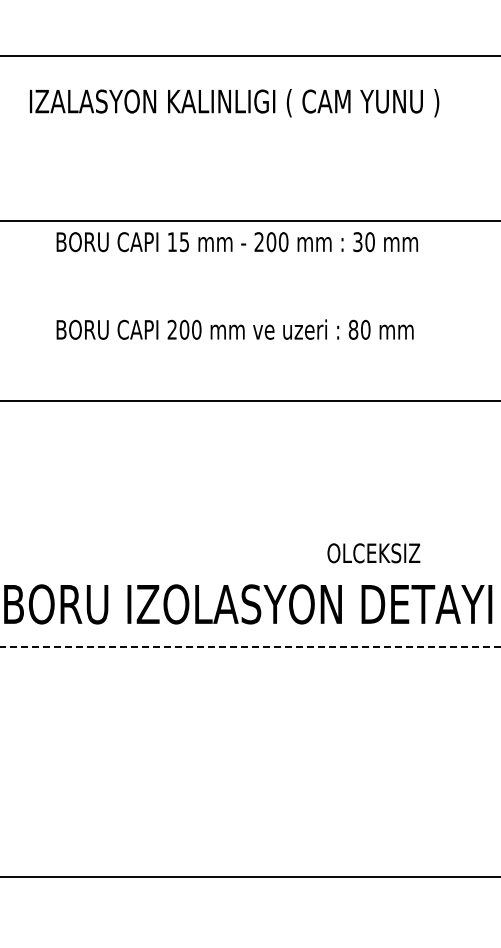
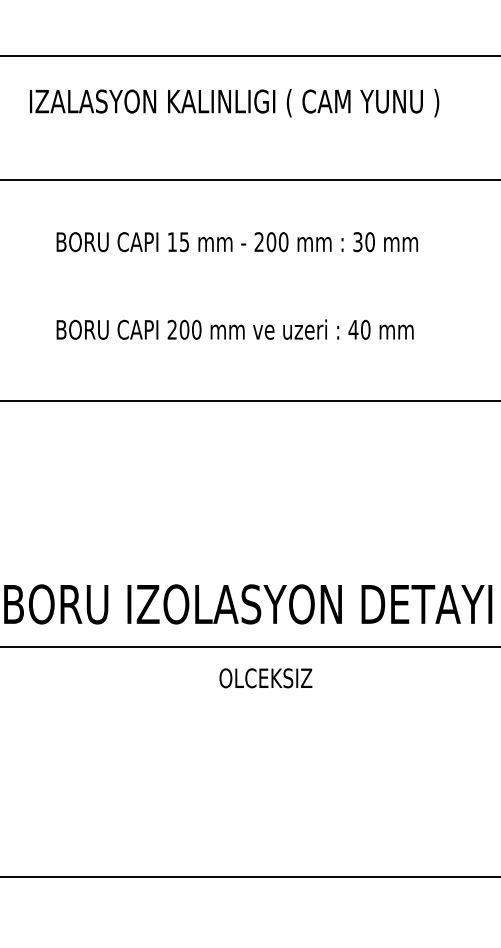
line at (249, 220) position: (249, 220) -> (249, 179)
text at (353, 329): 80 -> 40
text at (373, 553) position: (373, 553) -> (265, 678)
line at (250, 646): dashed -> solid
